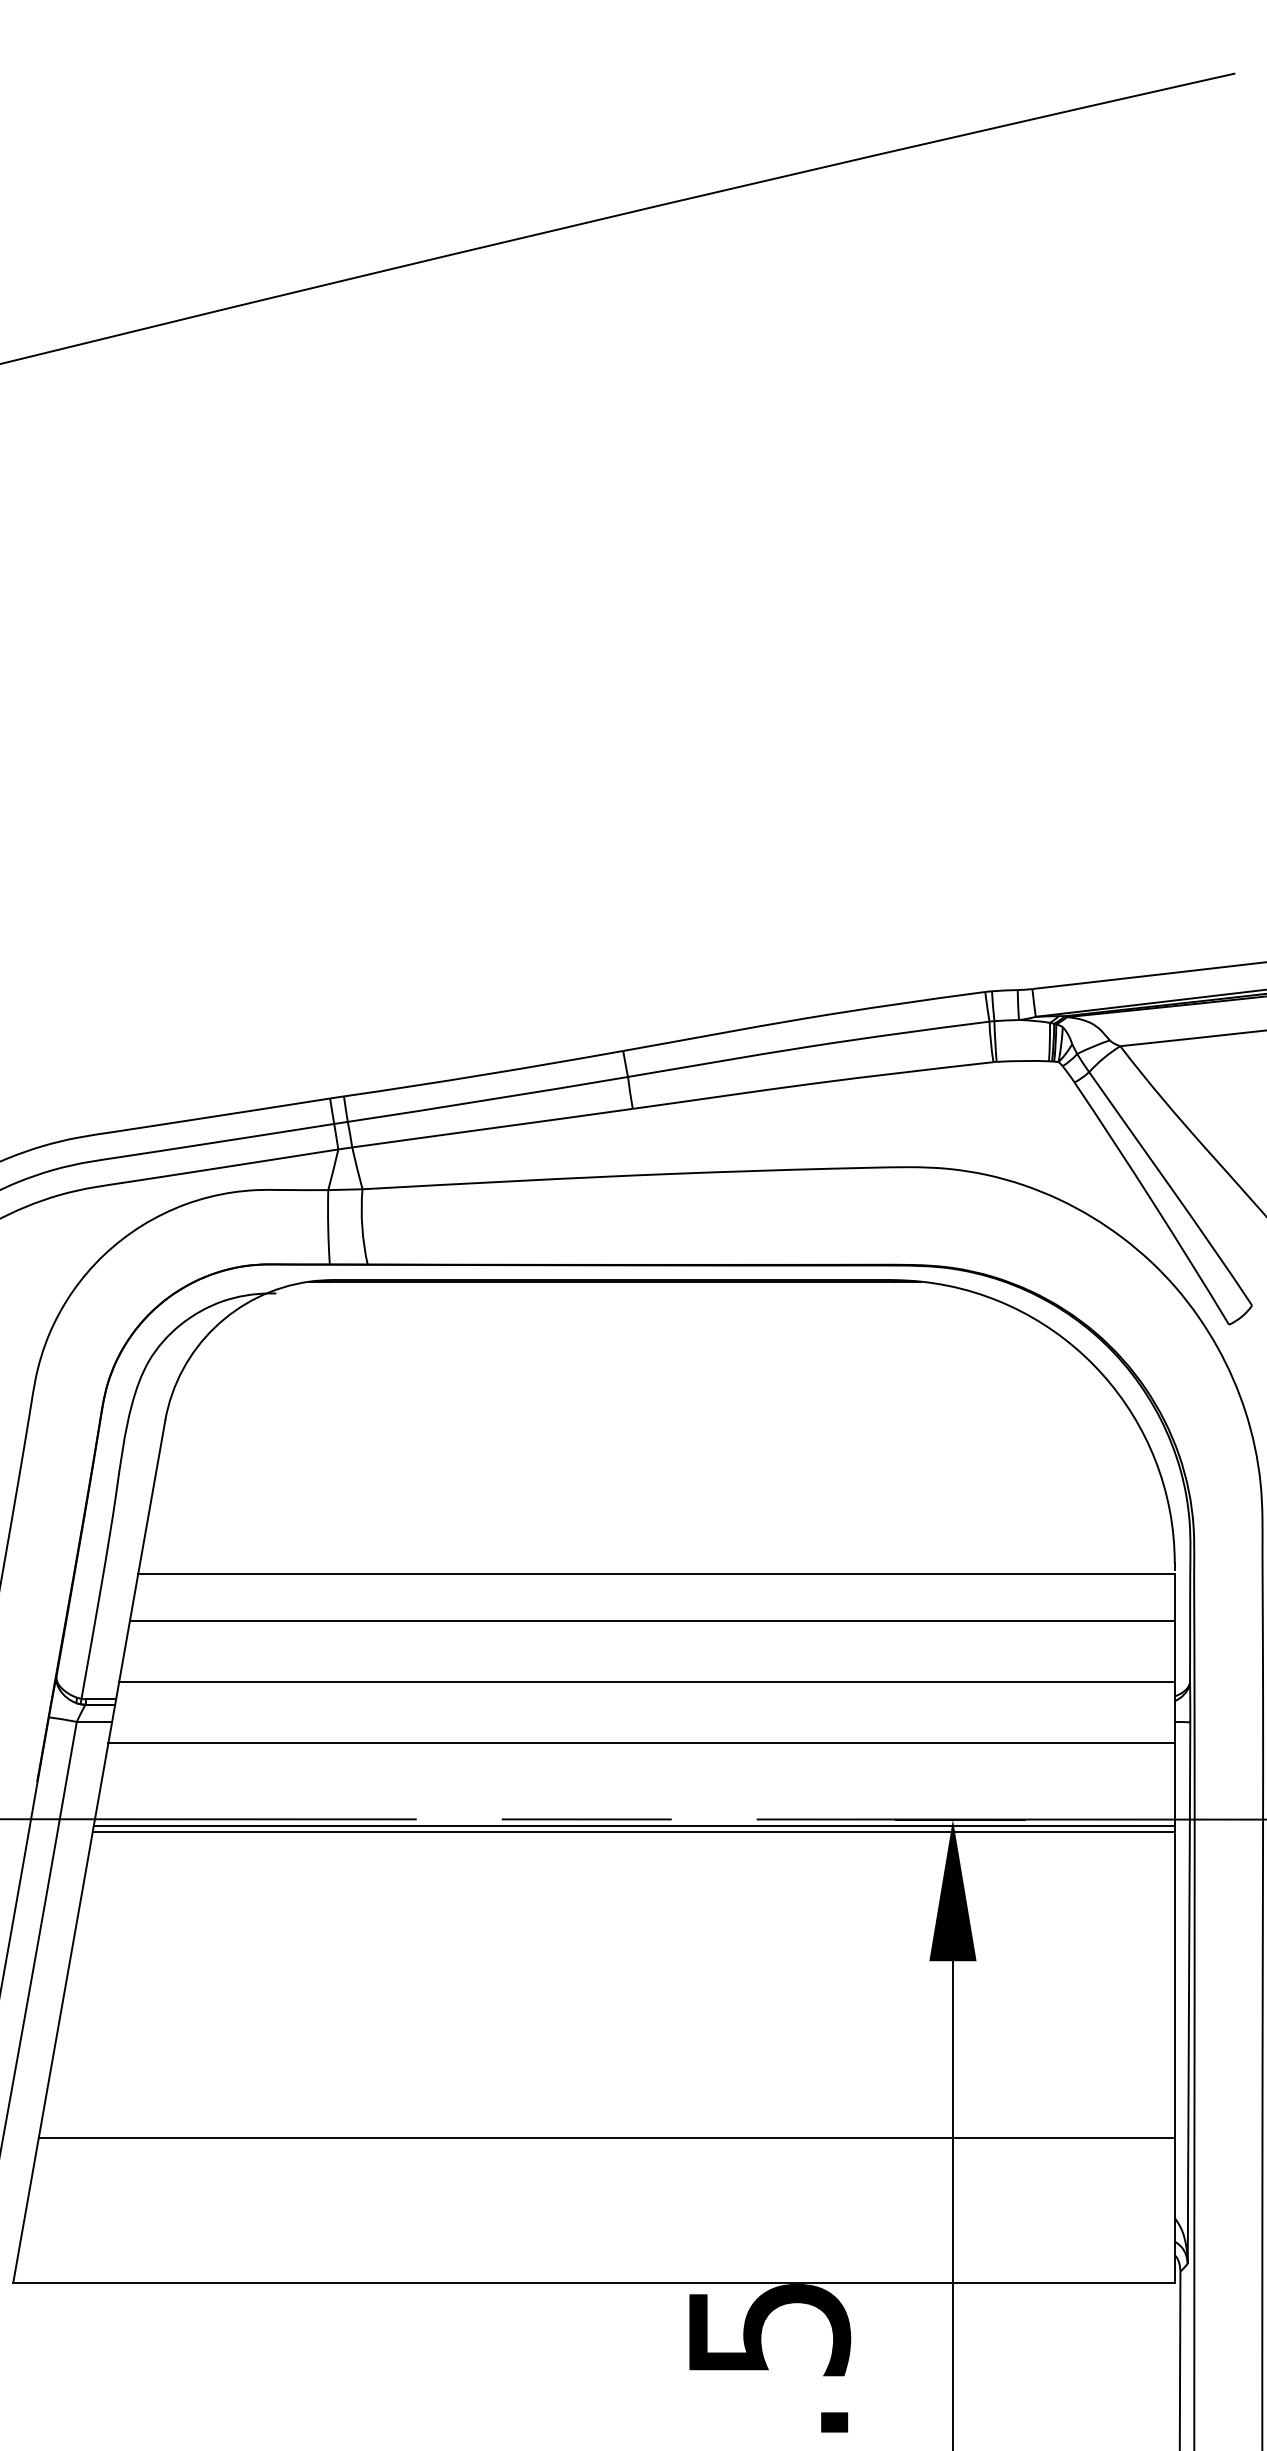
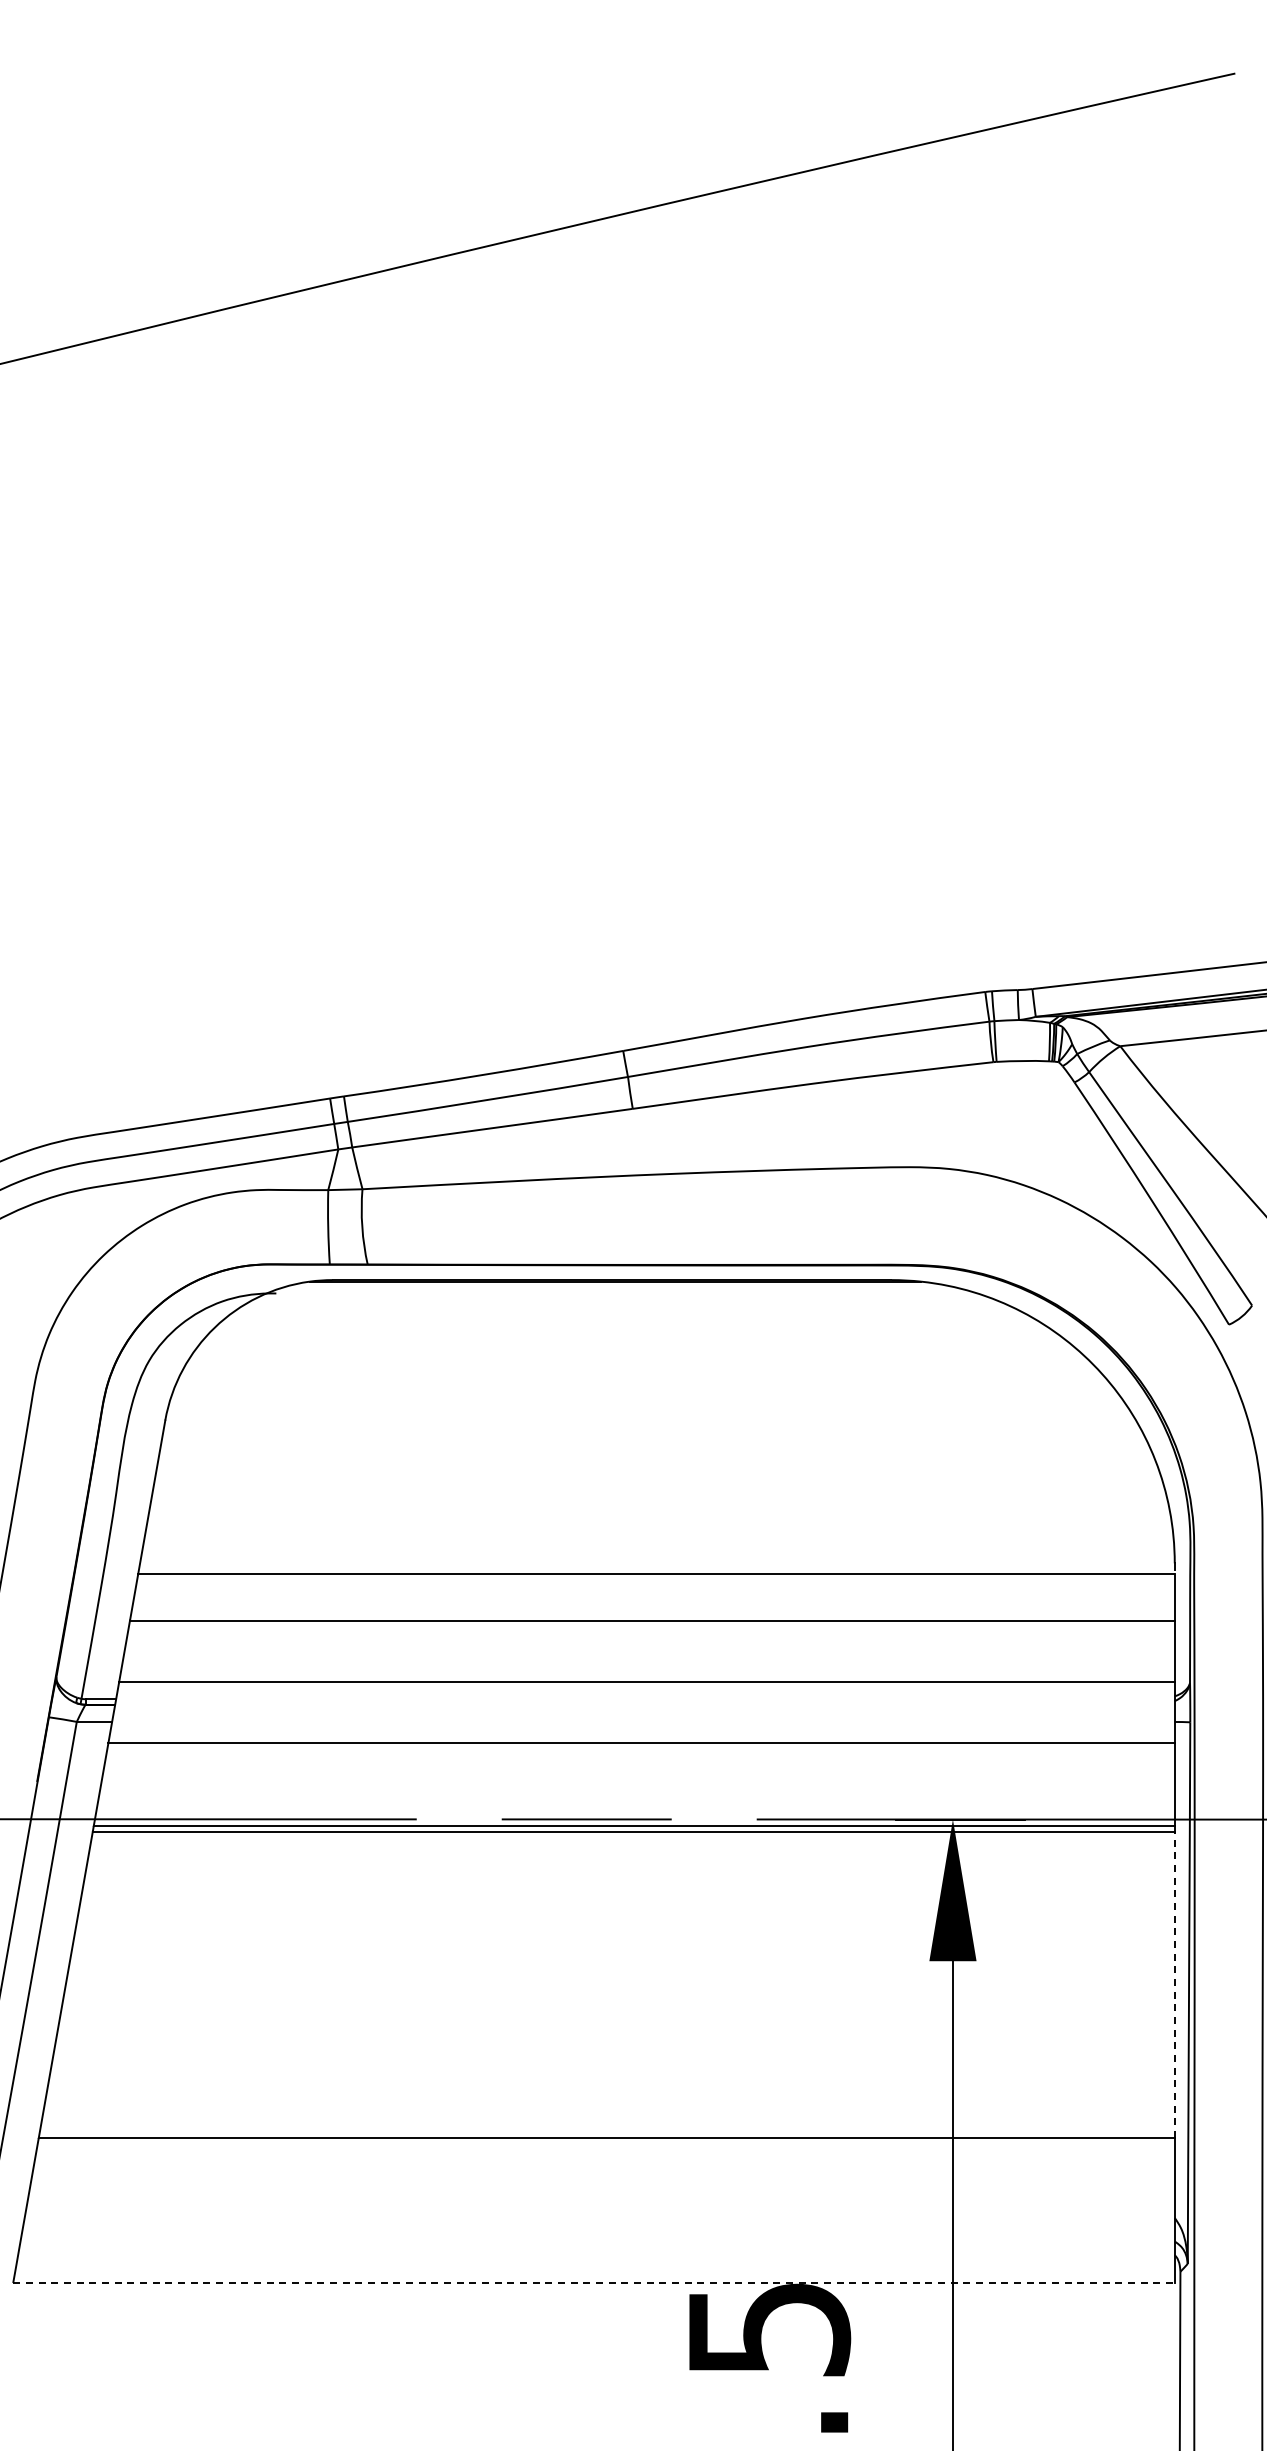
line at (1174, 1984): solid -> dashed
line at (593, 2282): solid -> dashed
